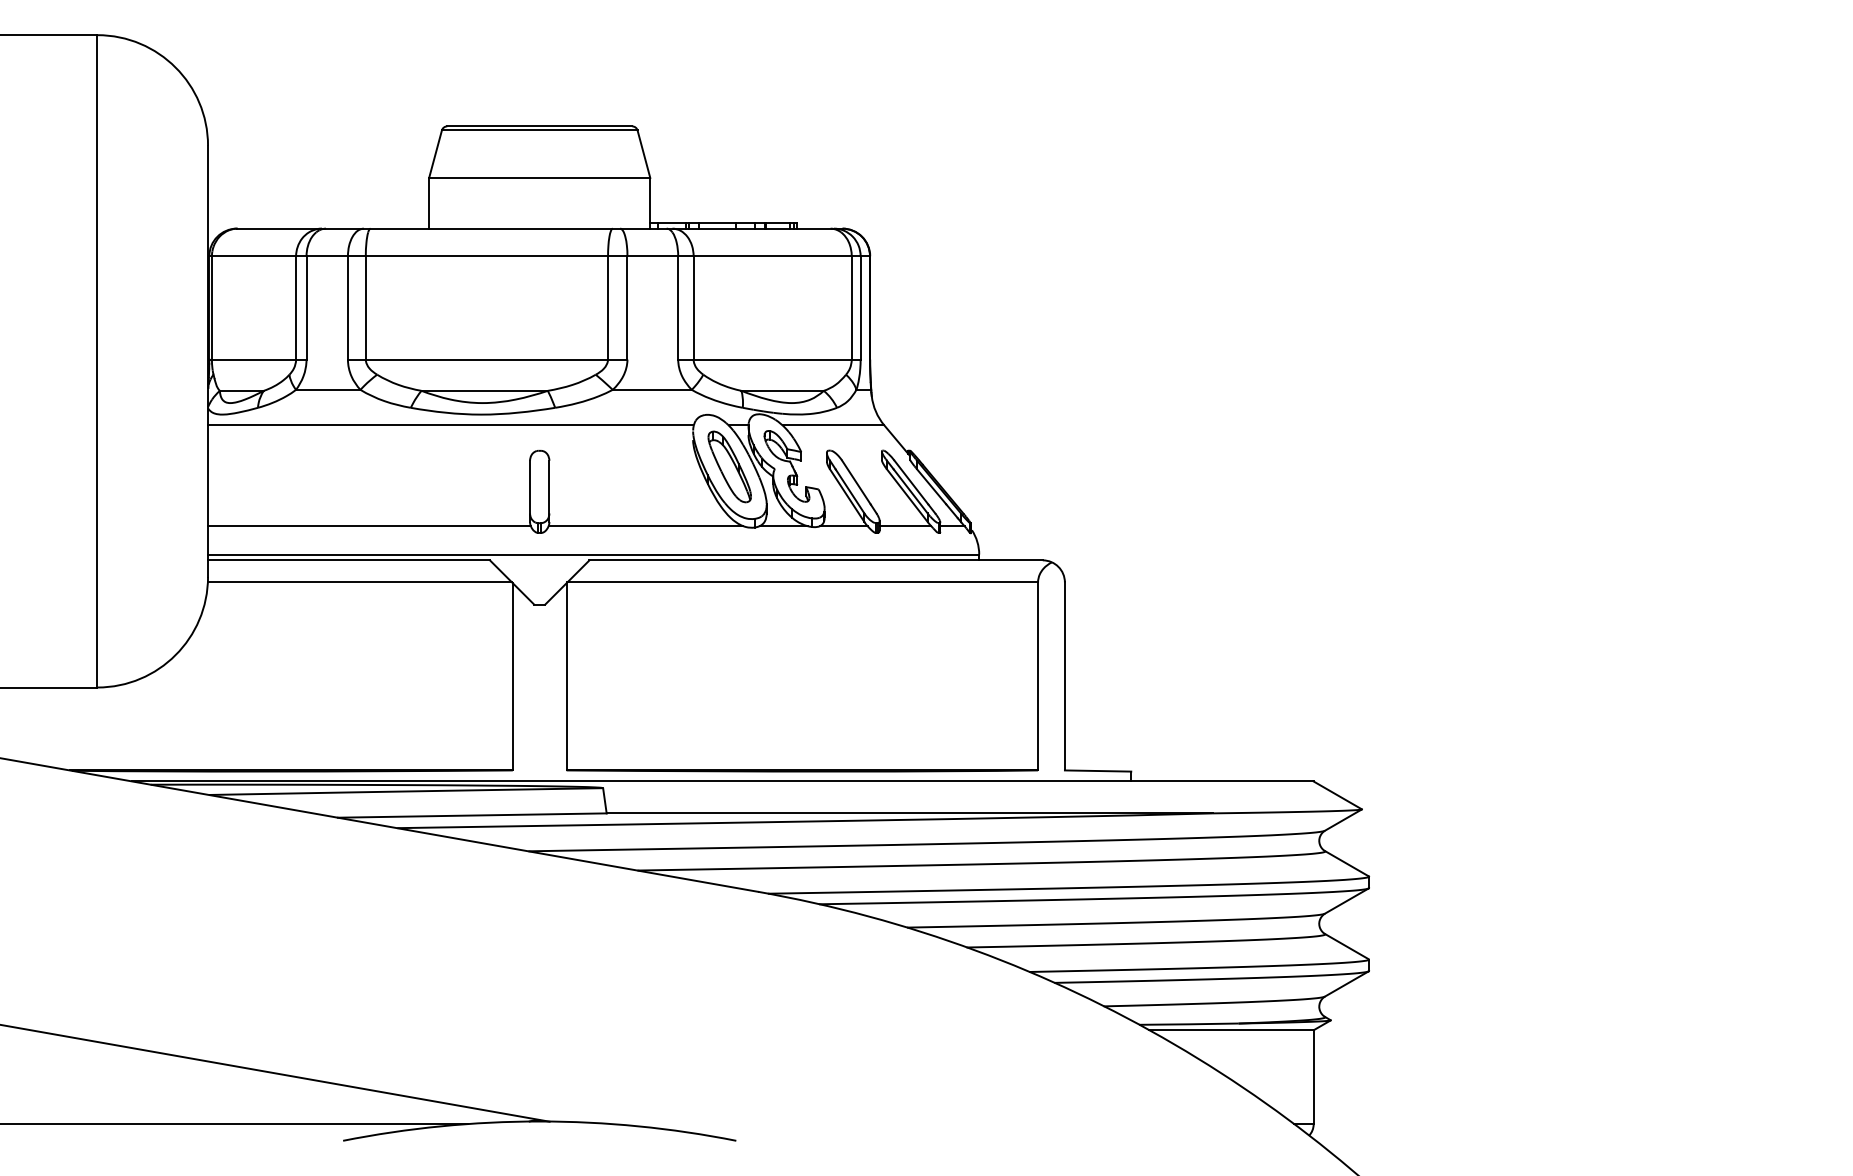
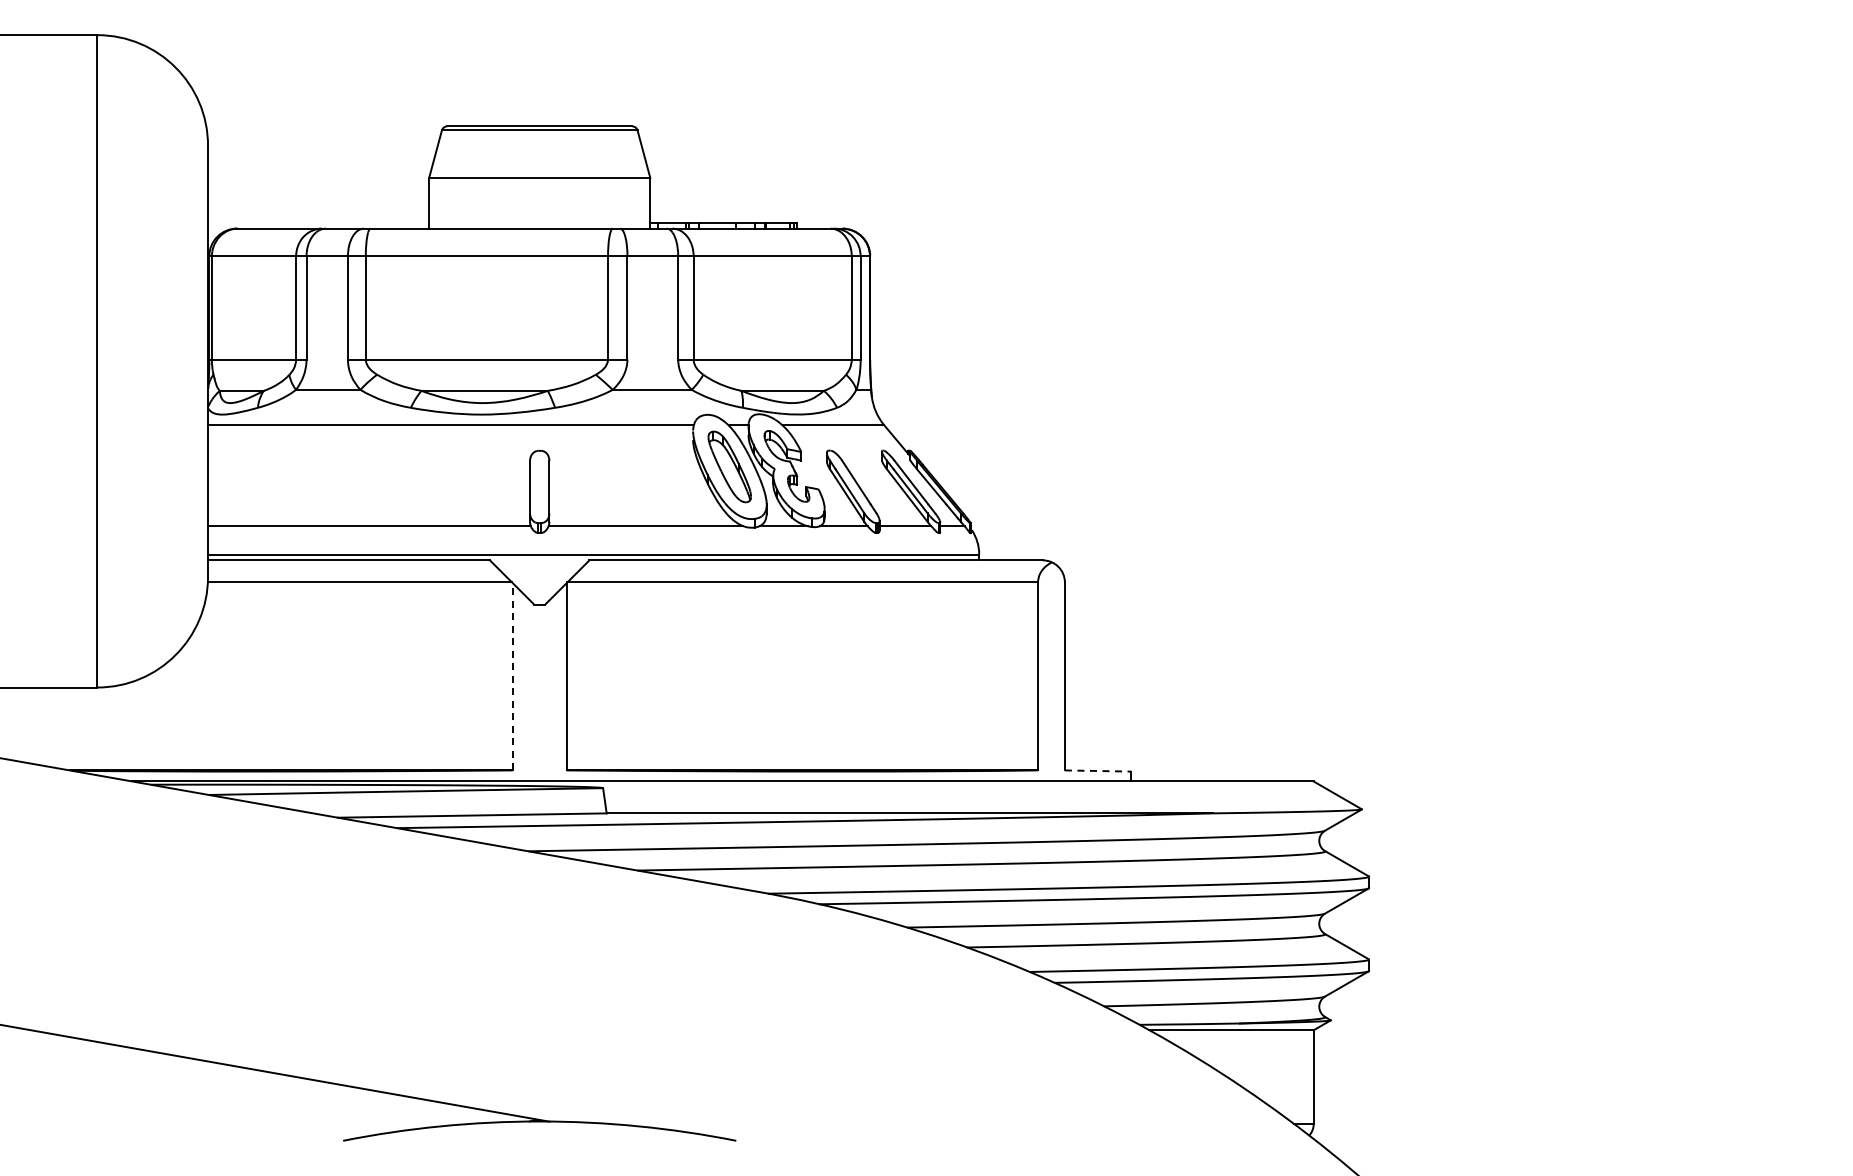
line at (512, 676): solid -> dashed
line at (1098, 771): solid -> dashed
line at (234, 1124): present -> none
